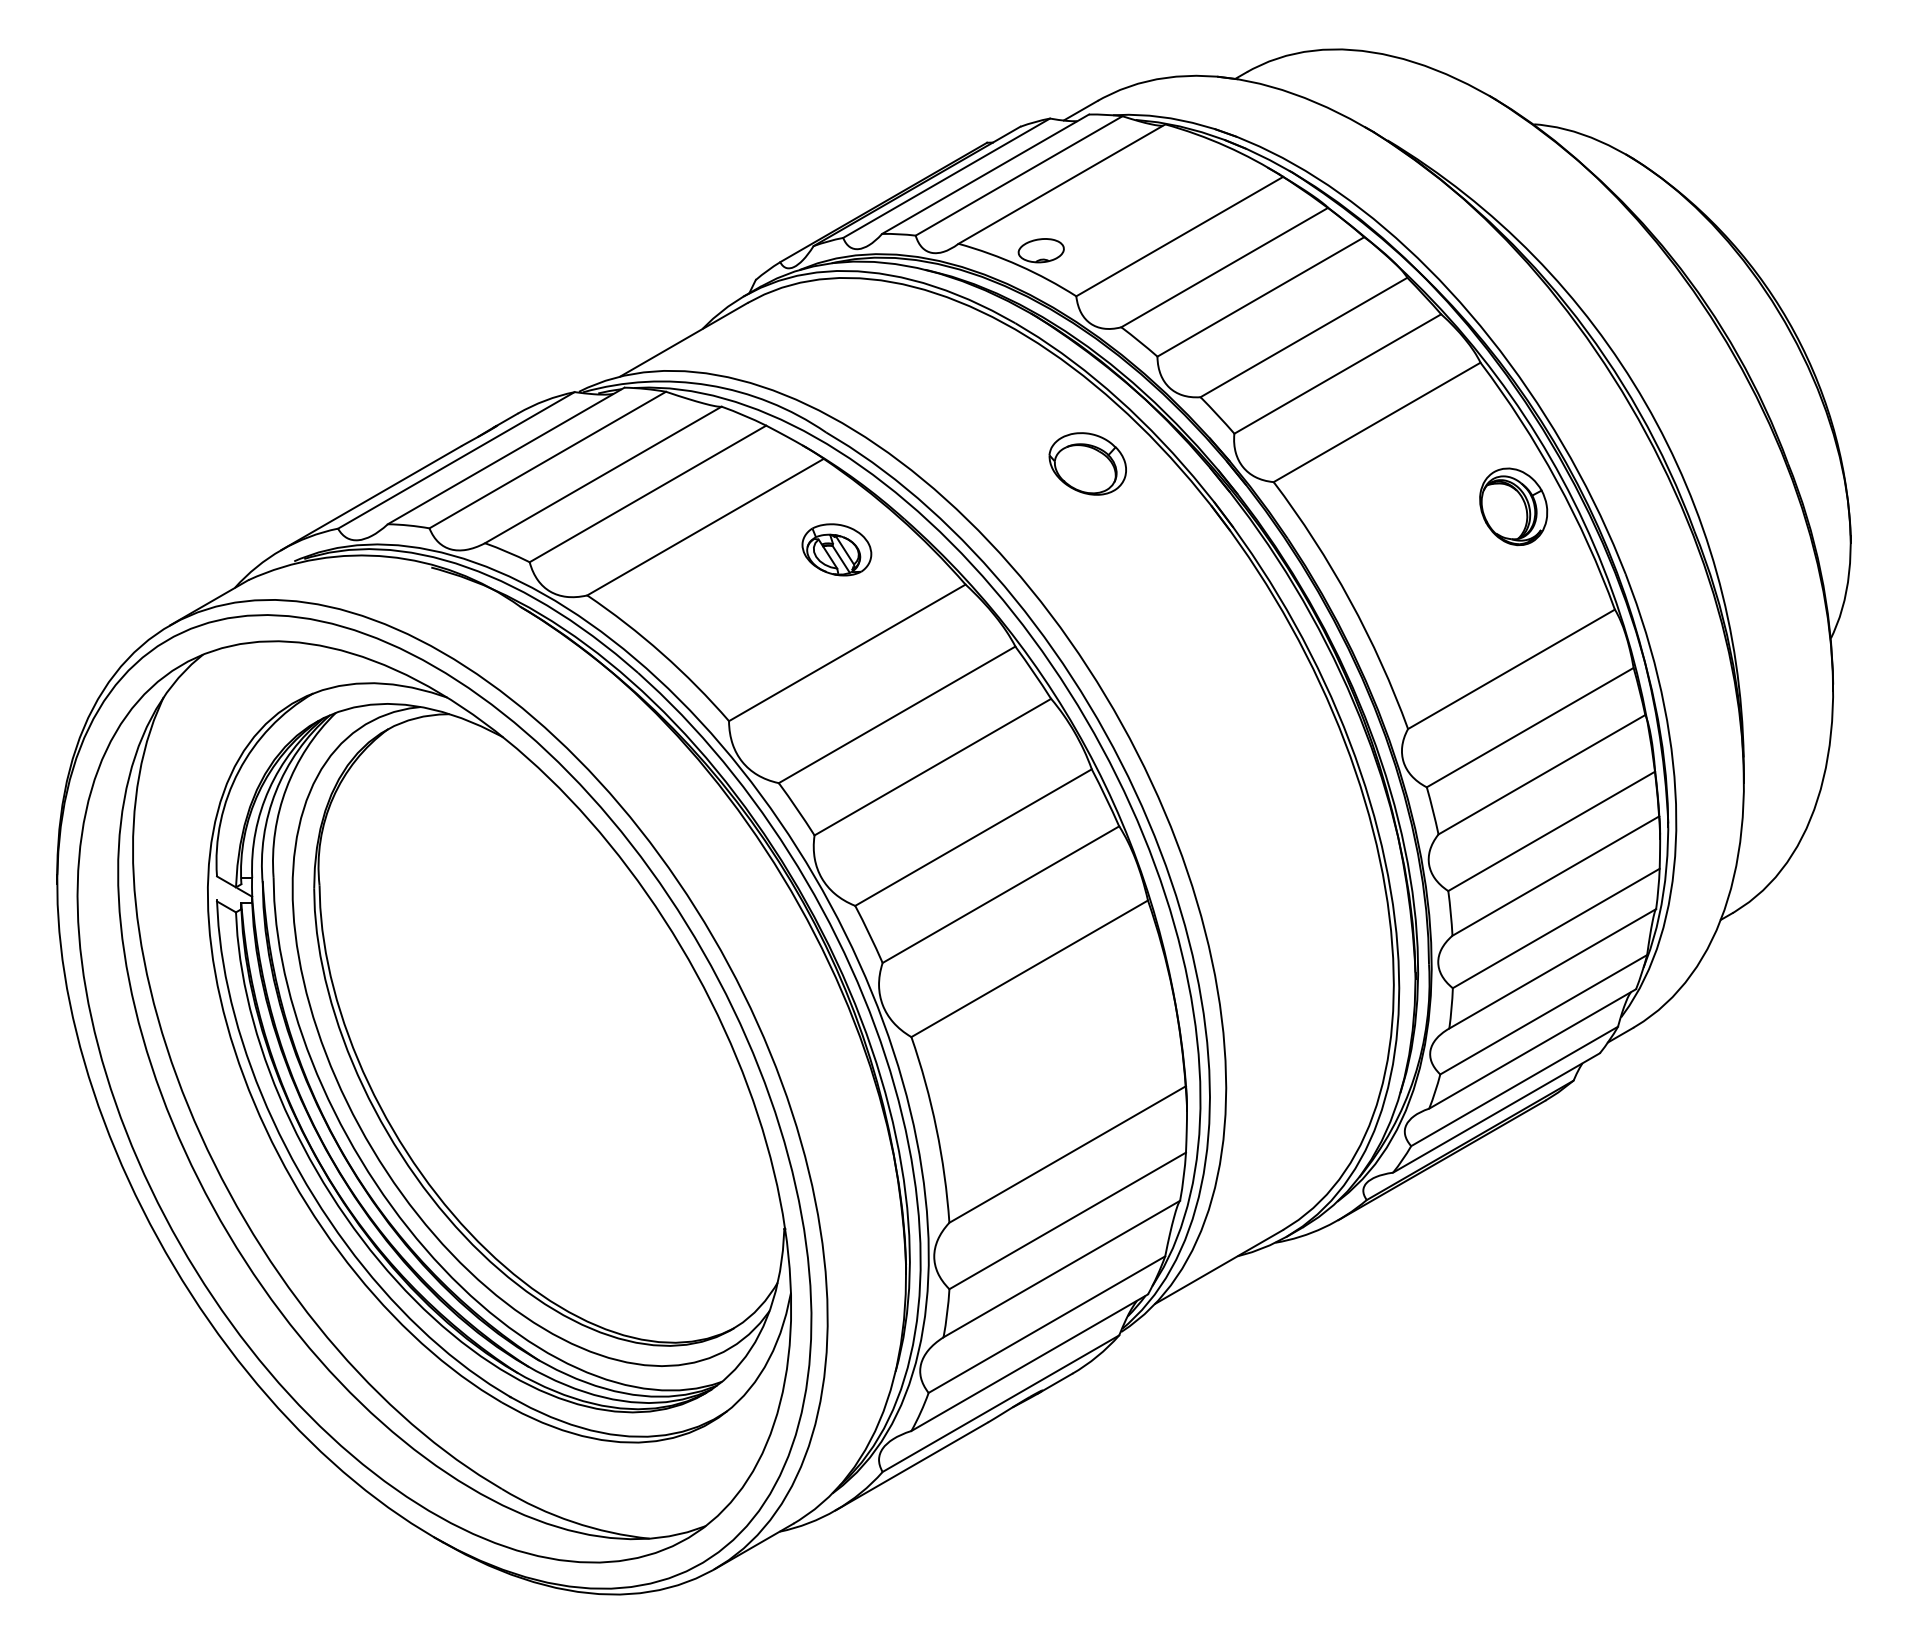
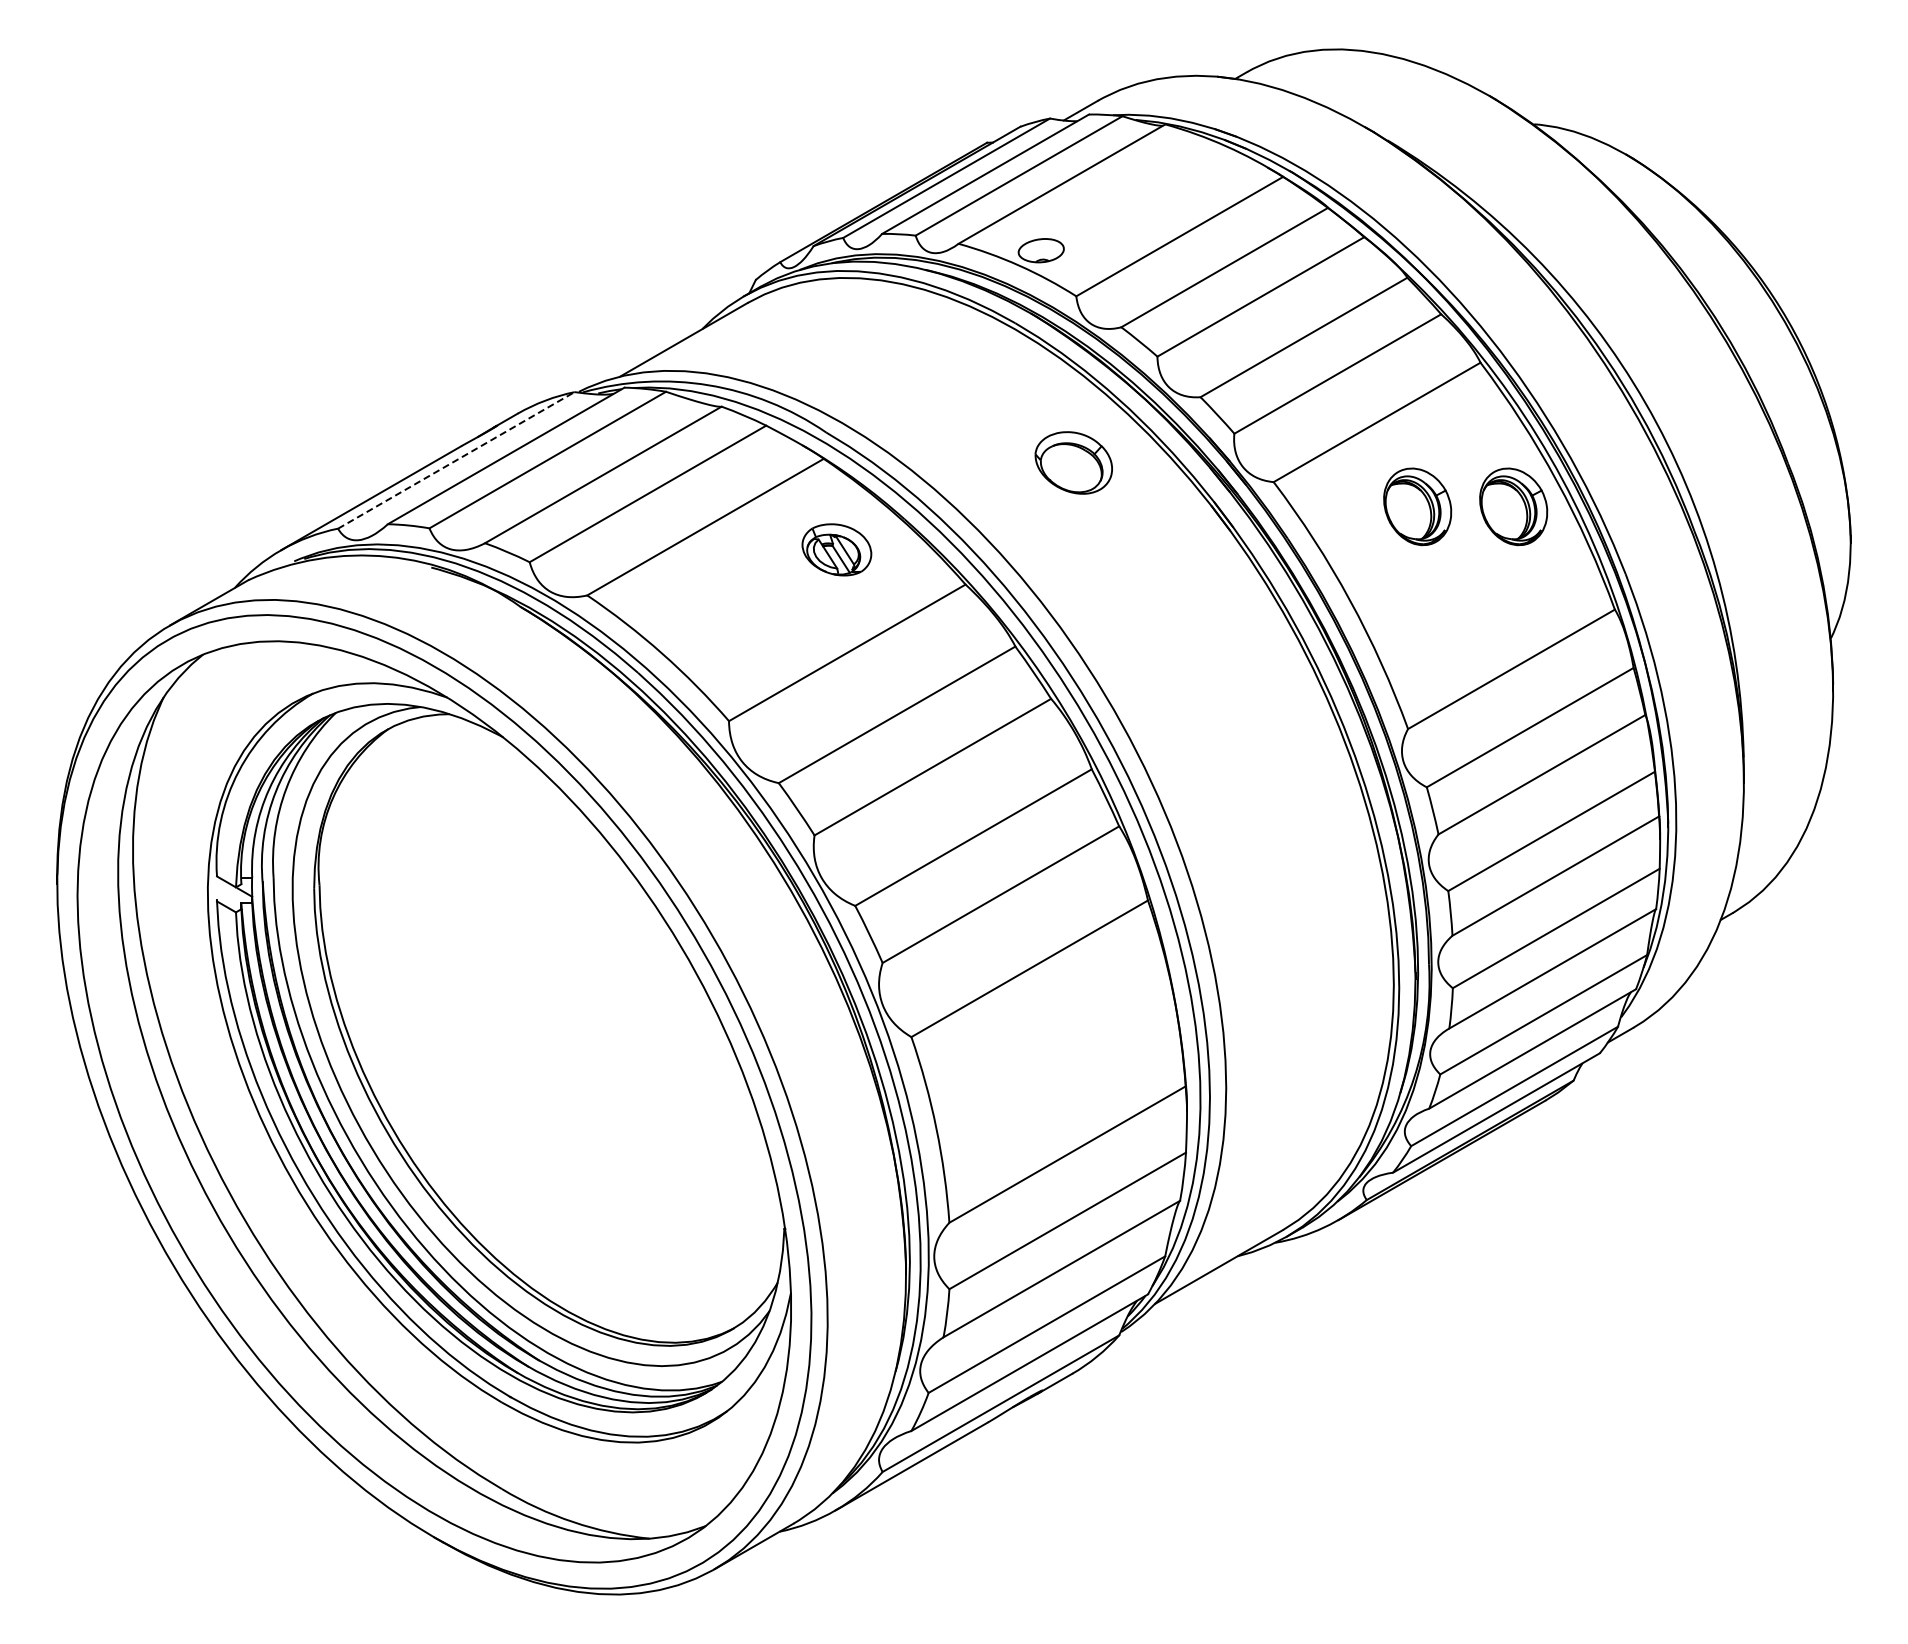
line at (456, 460): solid -> dashed
part at (1087, 463) position: (1087, 463) -> (1073, 462)
part at (1417, 506): none -> present
